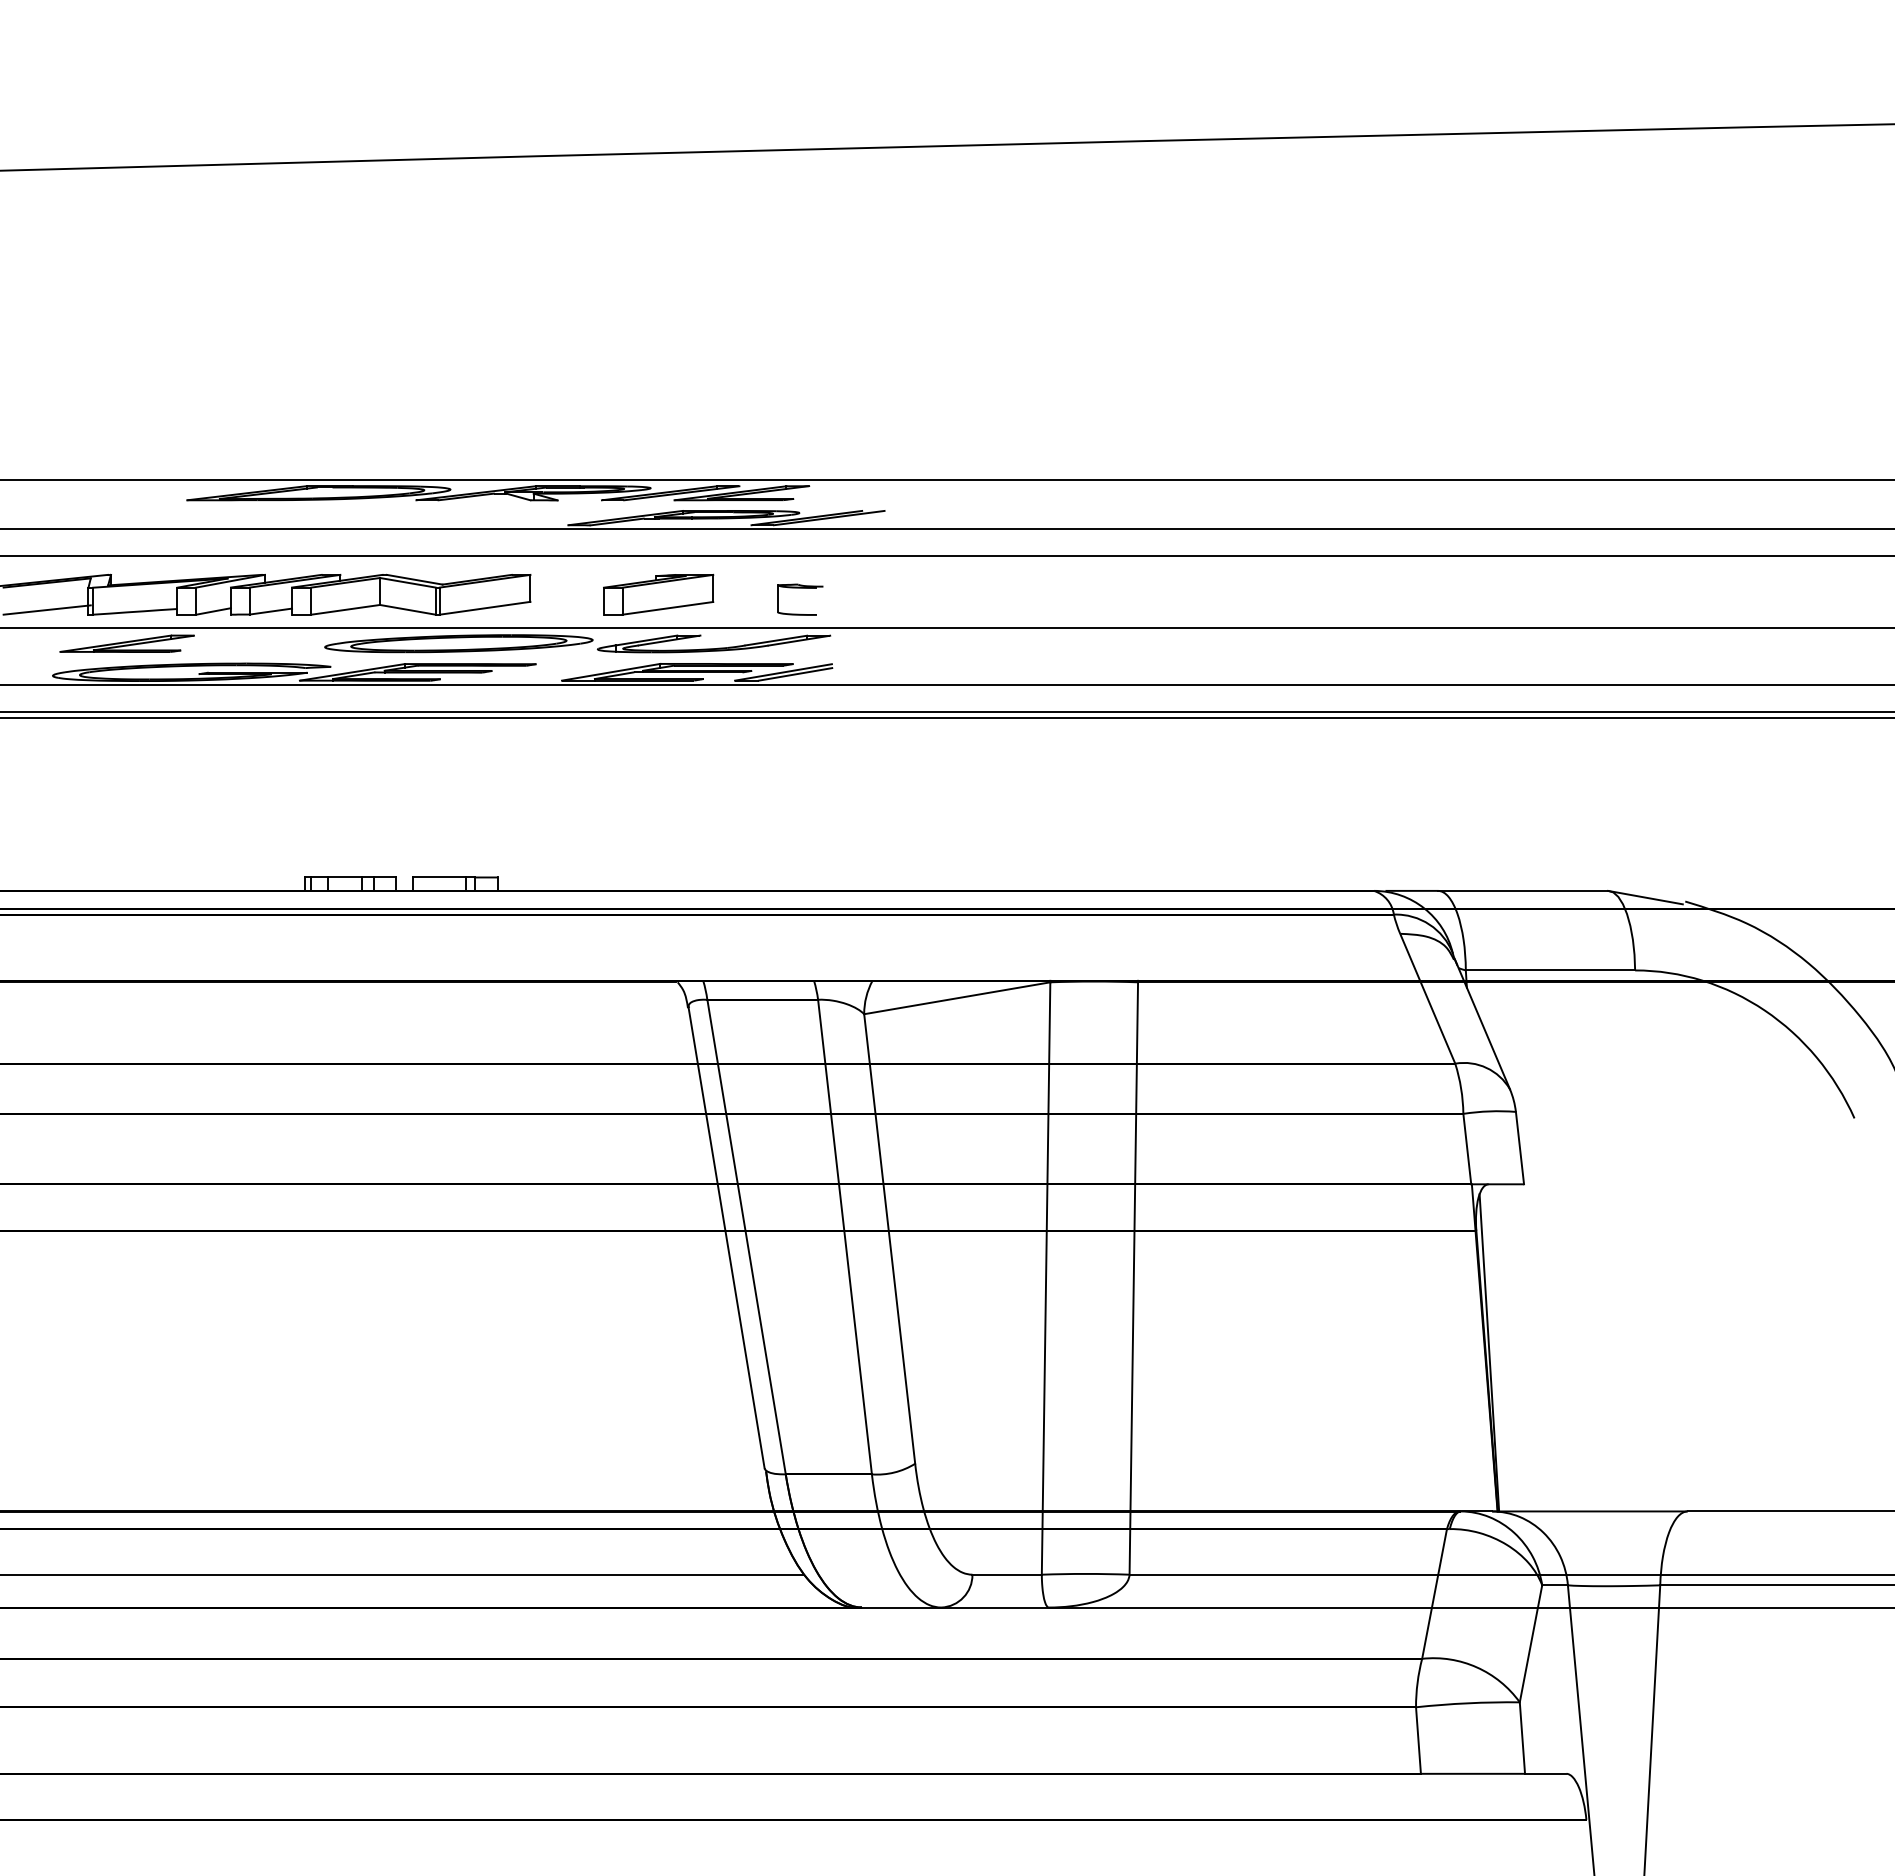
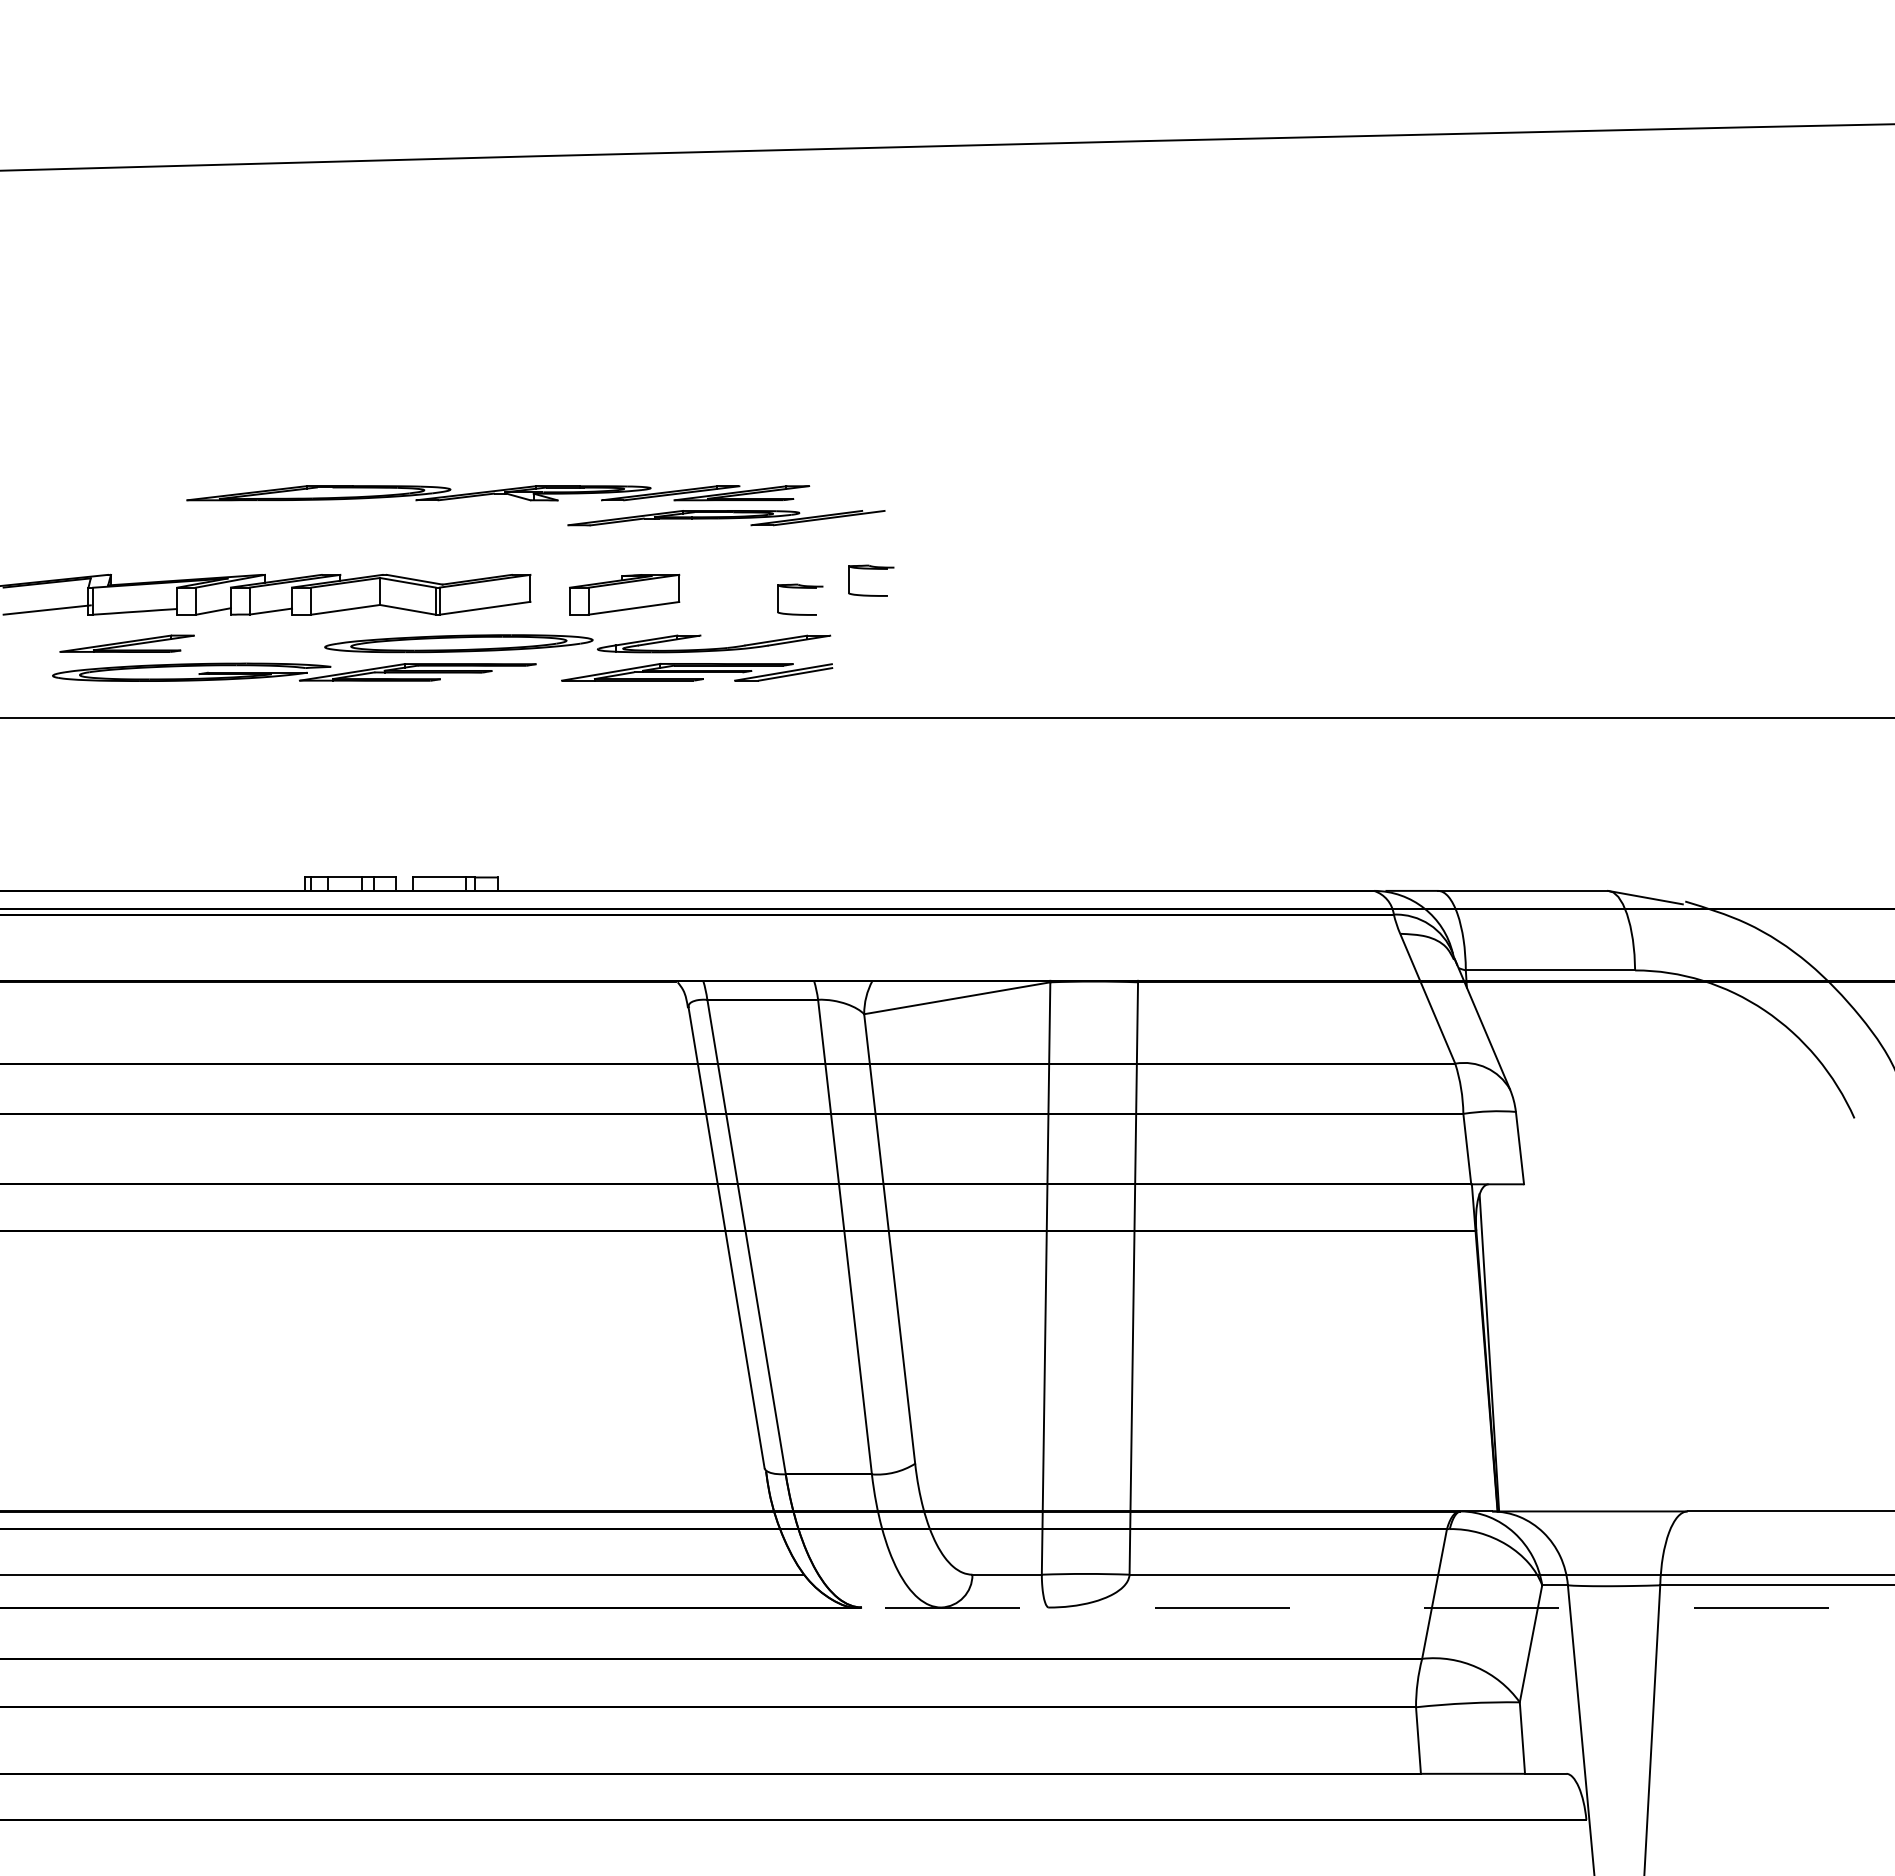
line at (946, 479): present -> none
line at (946, 529): present -> none
line at (946, 556): present -> none
part at (871, 569): none -> present
part at (658, 594) position: (658, 594) -> (624, 594)
line at (946, 628): present -> none
line at (946, 685): present -> none
line at (946, 712): present -> none
line at (1377, 1607): solid -> dashed
